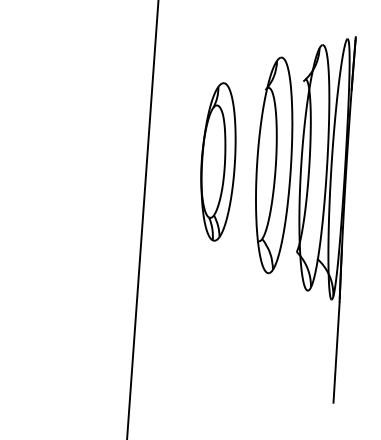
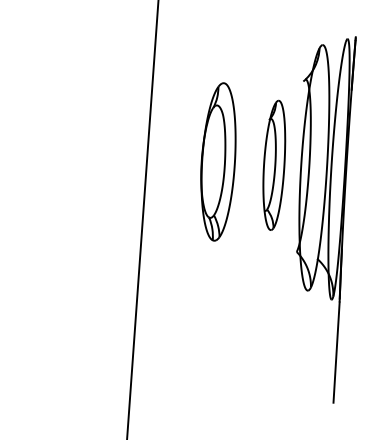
part at (274, 165) size: 39x219 px -> 25x132 px
